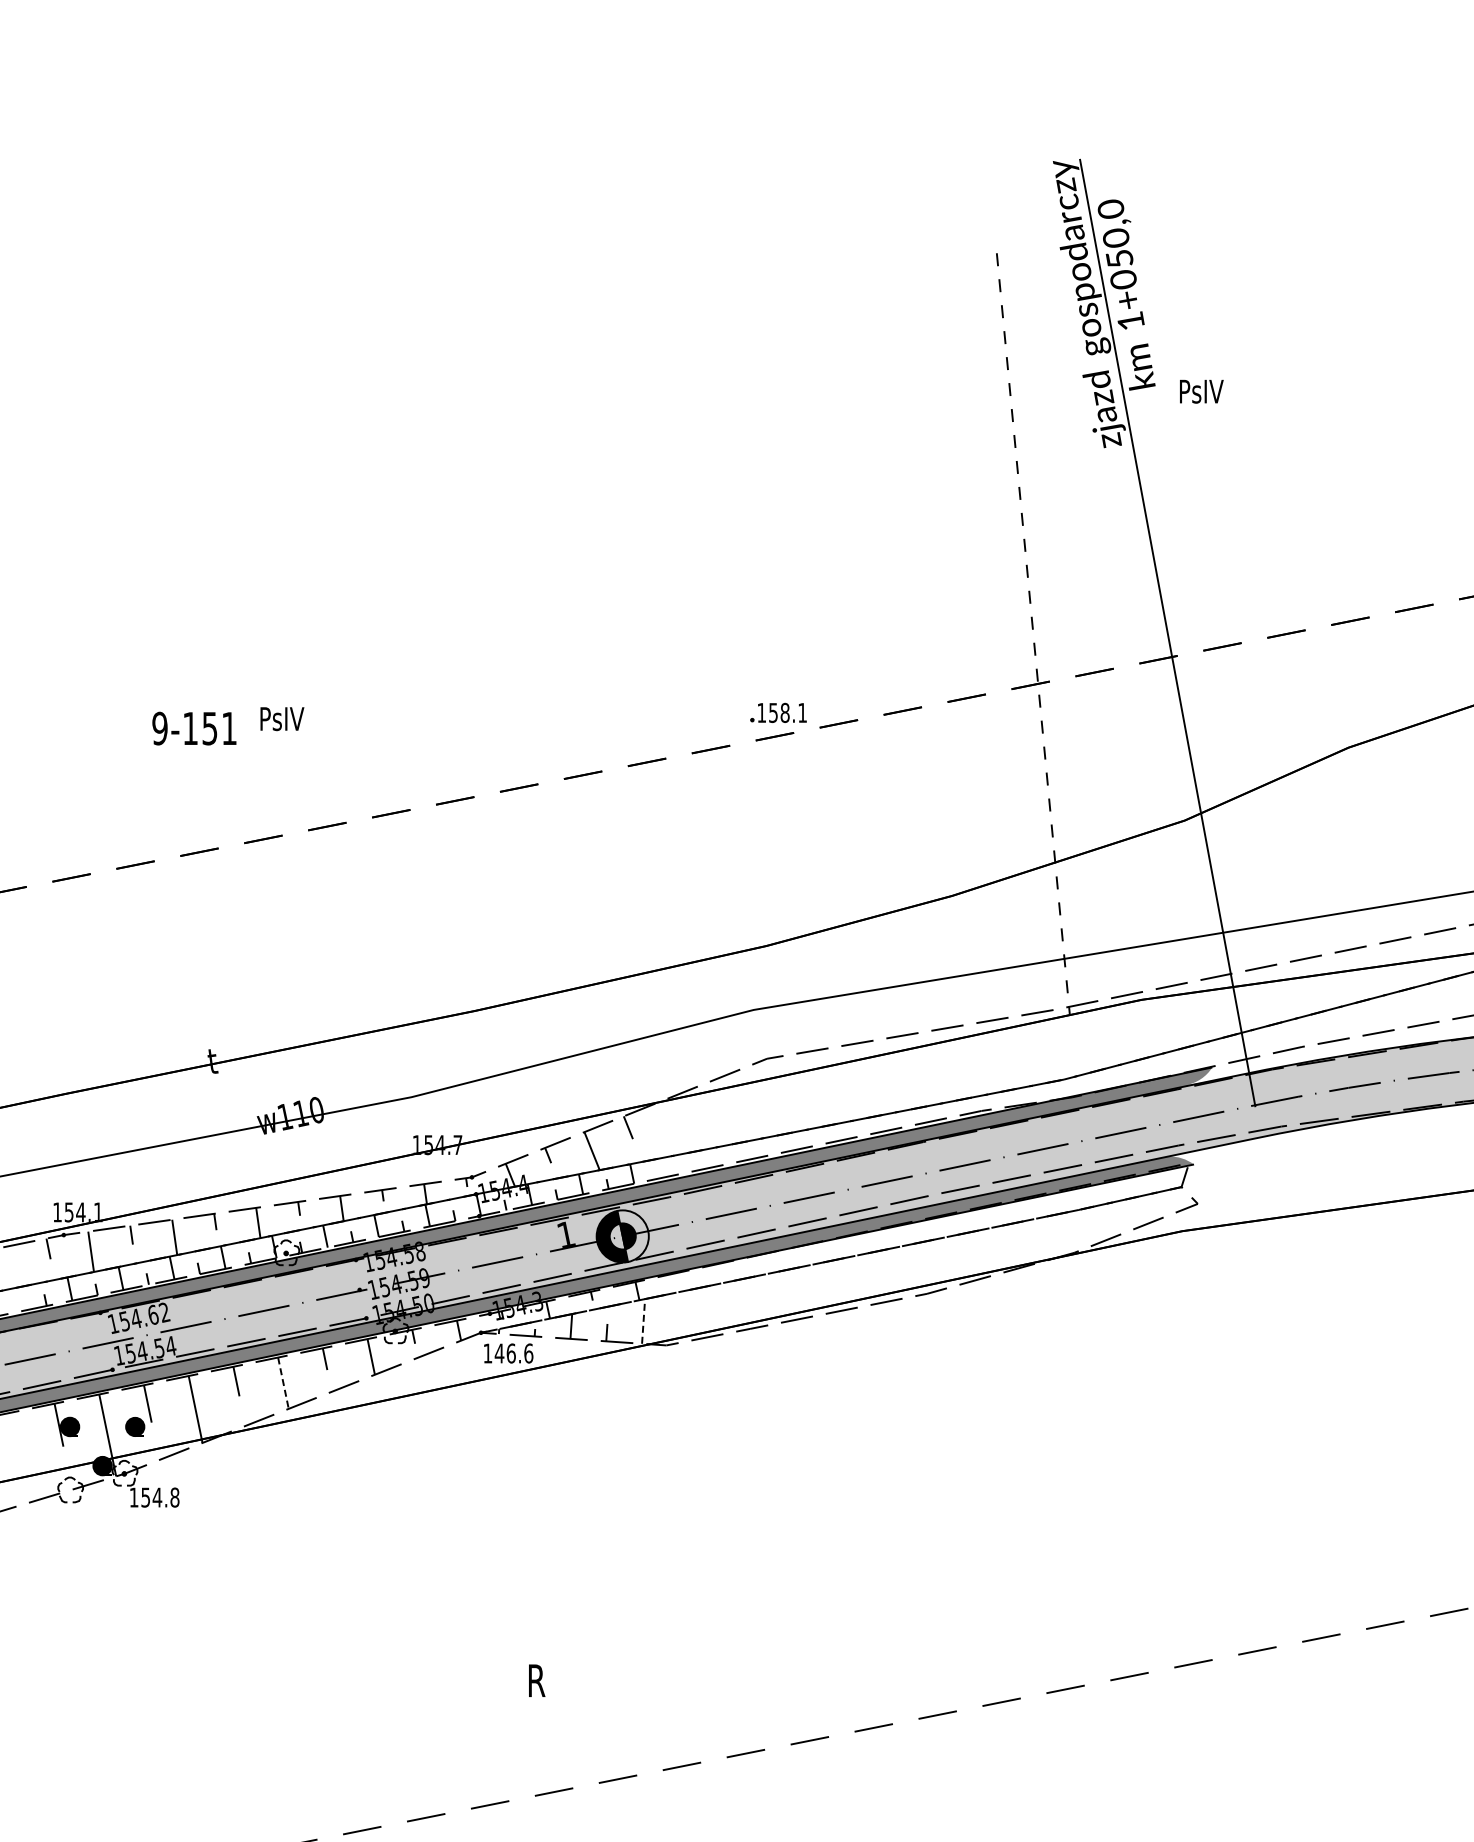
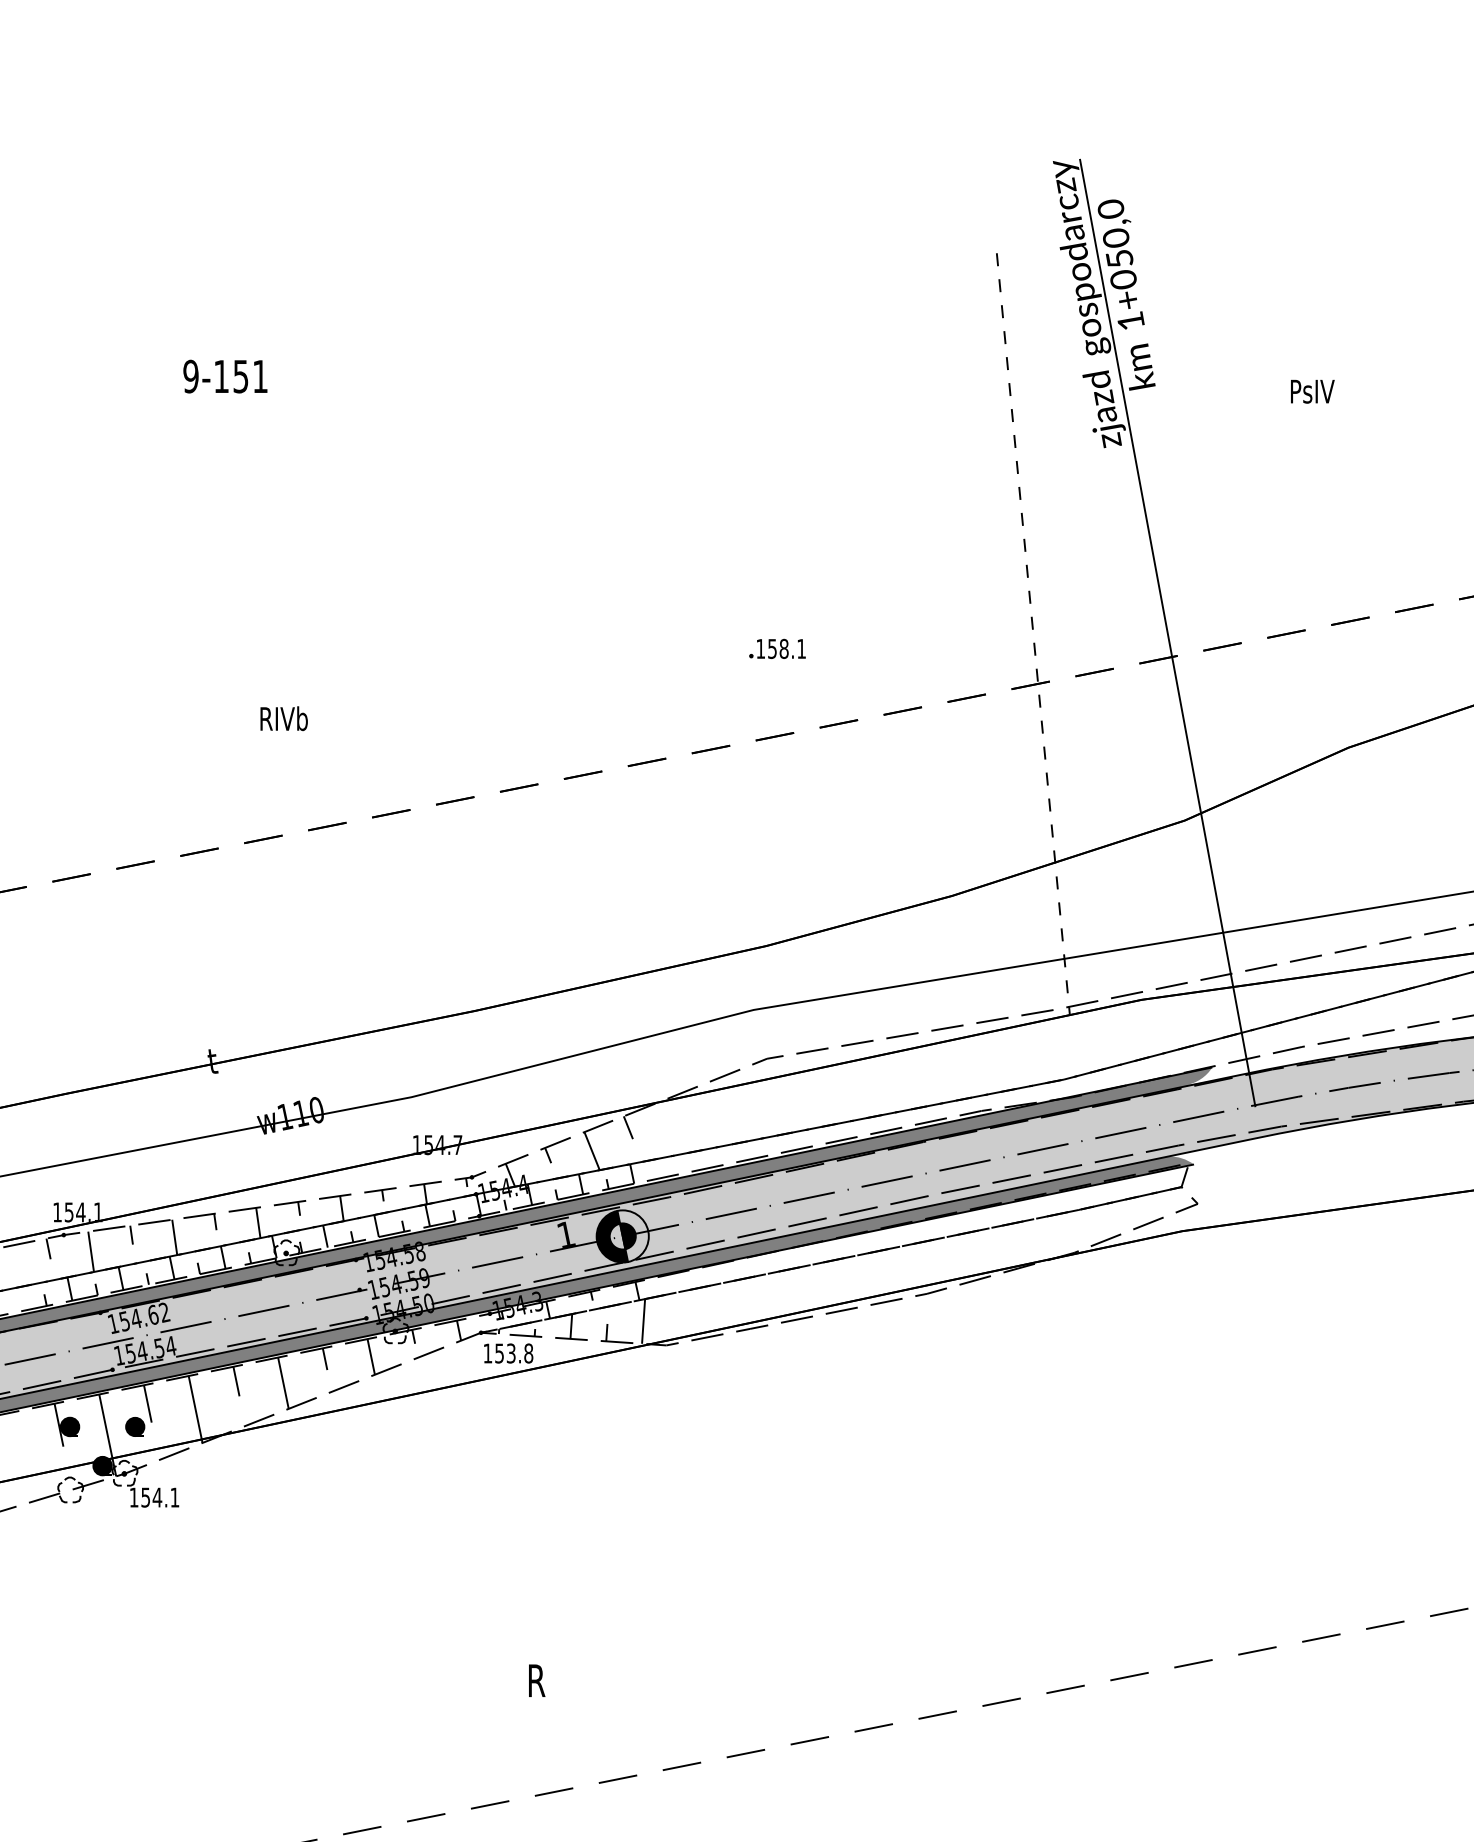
text at (1201, 391) position: (1201, 391) -> (1312, 391)
part at (778, 712) position: (778, 712) -> (777, 648)
text at (284, 718): PsIV -> RIVb
text at (194, 728) position: (194, 728) -> (225, 376)
line at (643, 1320): dashed -> solid
text at (513, 1353): 146.6 -> 153.8
line at (283, 1383): dashed -> solid
text at (174, 1497): 154.8 -> 154.1
